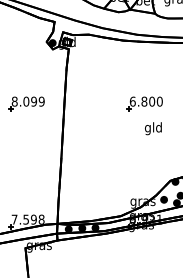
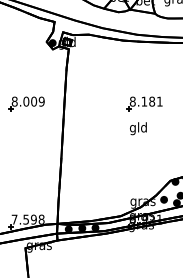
text at (33, 101): 8.099 -> 8.009
text at (145, 101): 6.800 -> 8.181
text at (153, 128) position: (153, 128) -> (138, 128)
